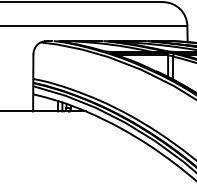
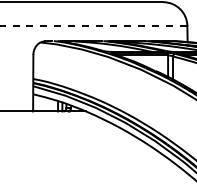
line at (94, 25): solid -> dashed
